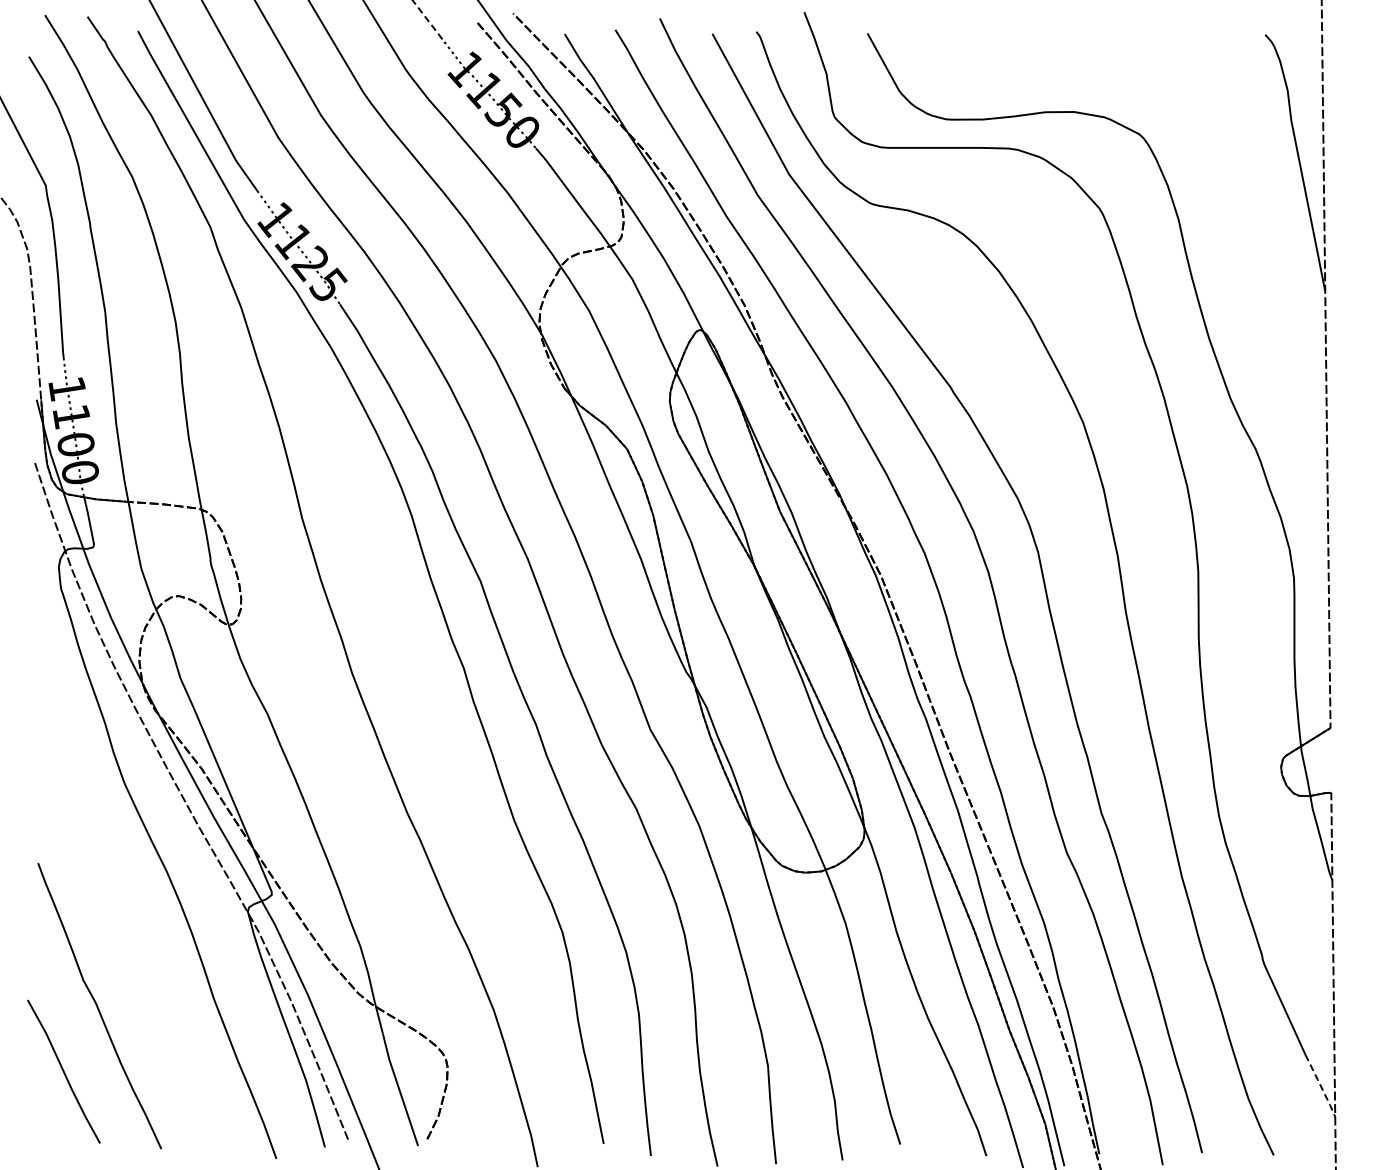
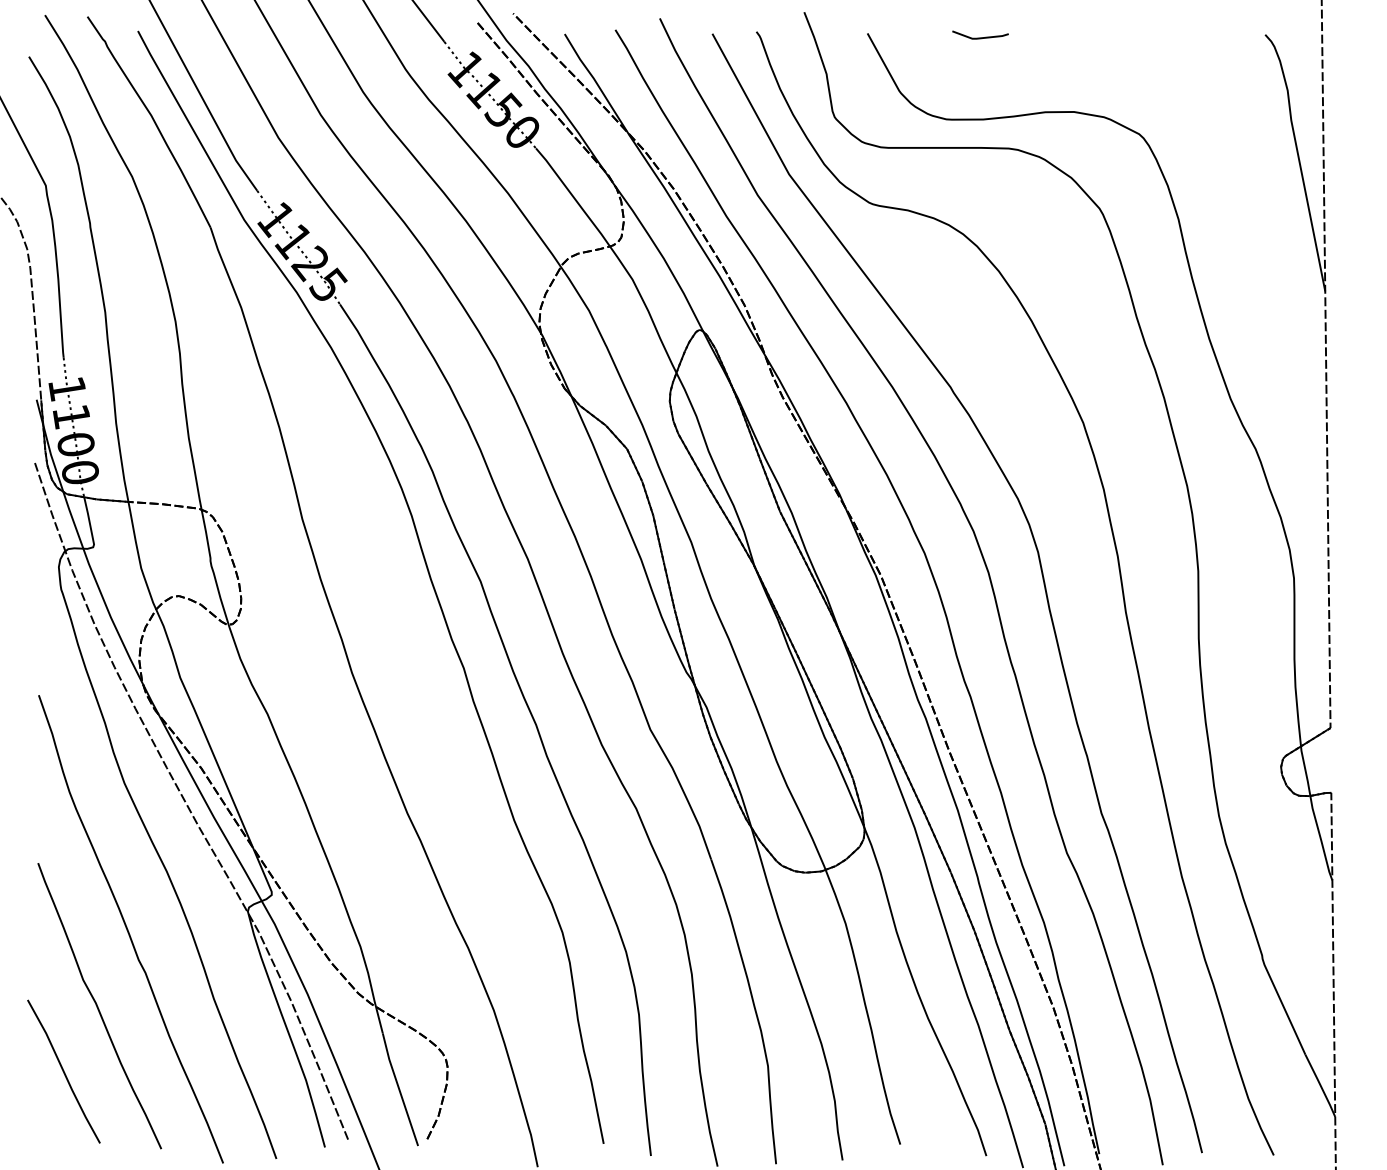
line at (428, 21): dashed -> solid
line at (980, 37): none -> present
curve at (128, 929): none -> present
line at (1320, 1085): dashed -> solid
